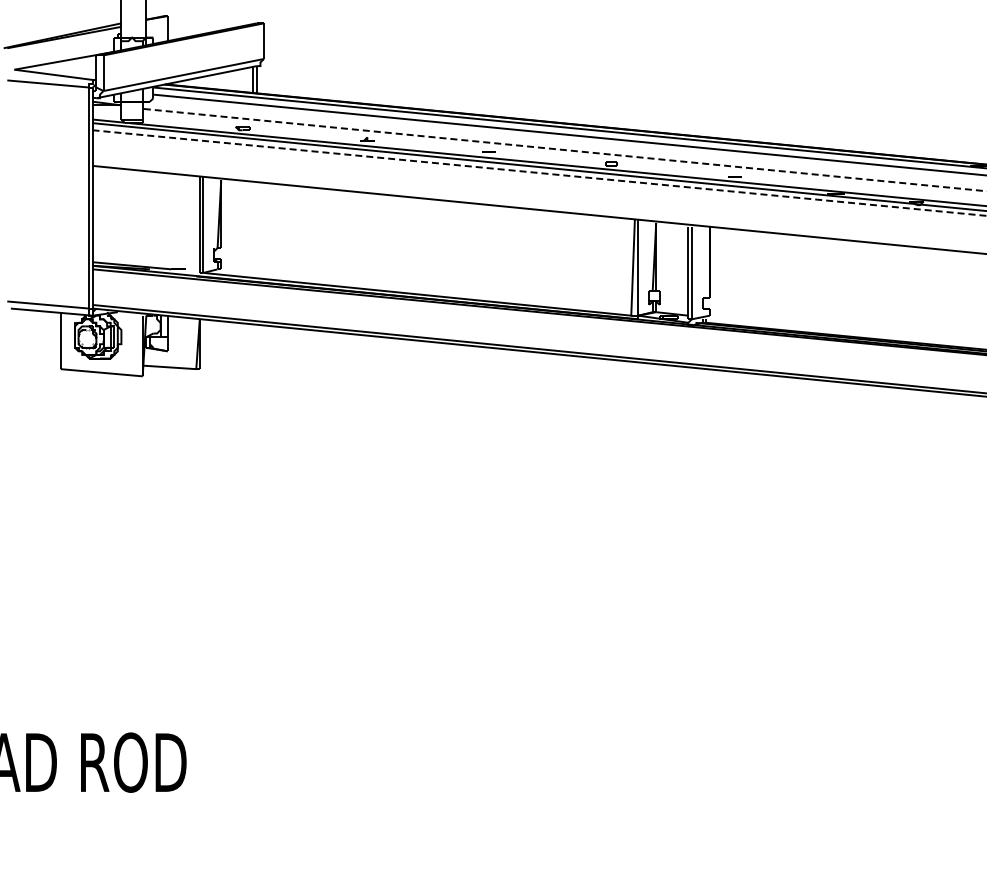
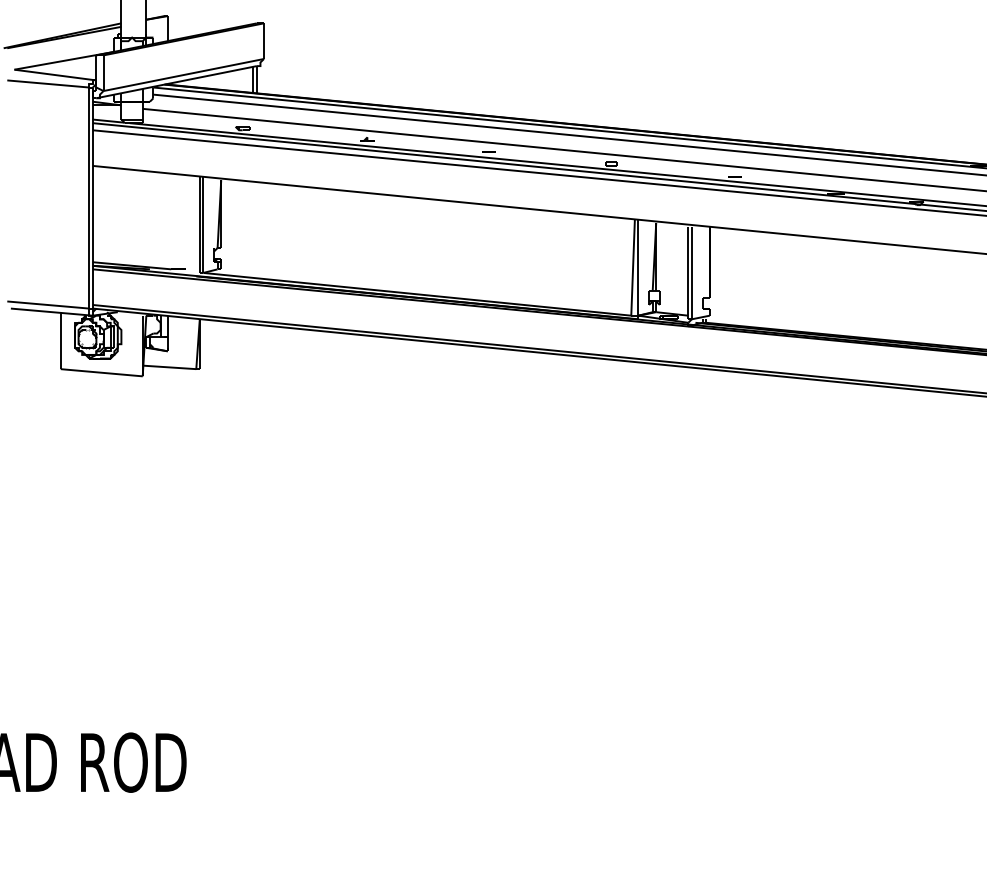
line at (564, 150): dashed -> solid
line at (539, 173): dashed -> solid
